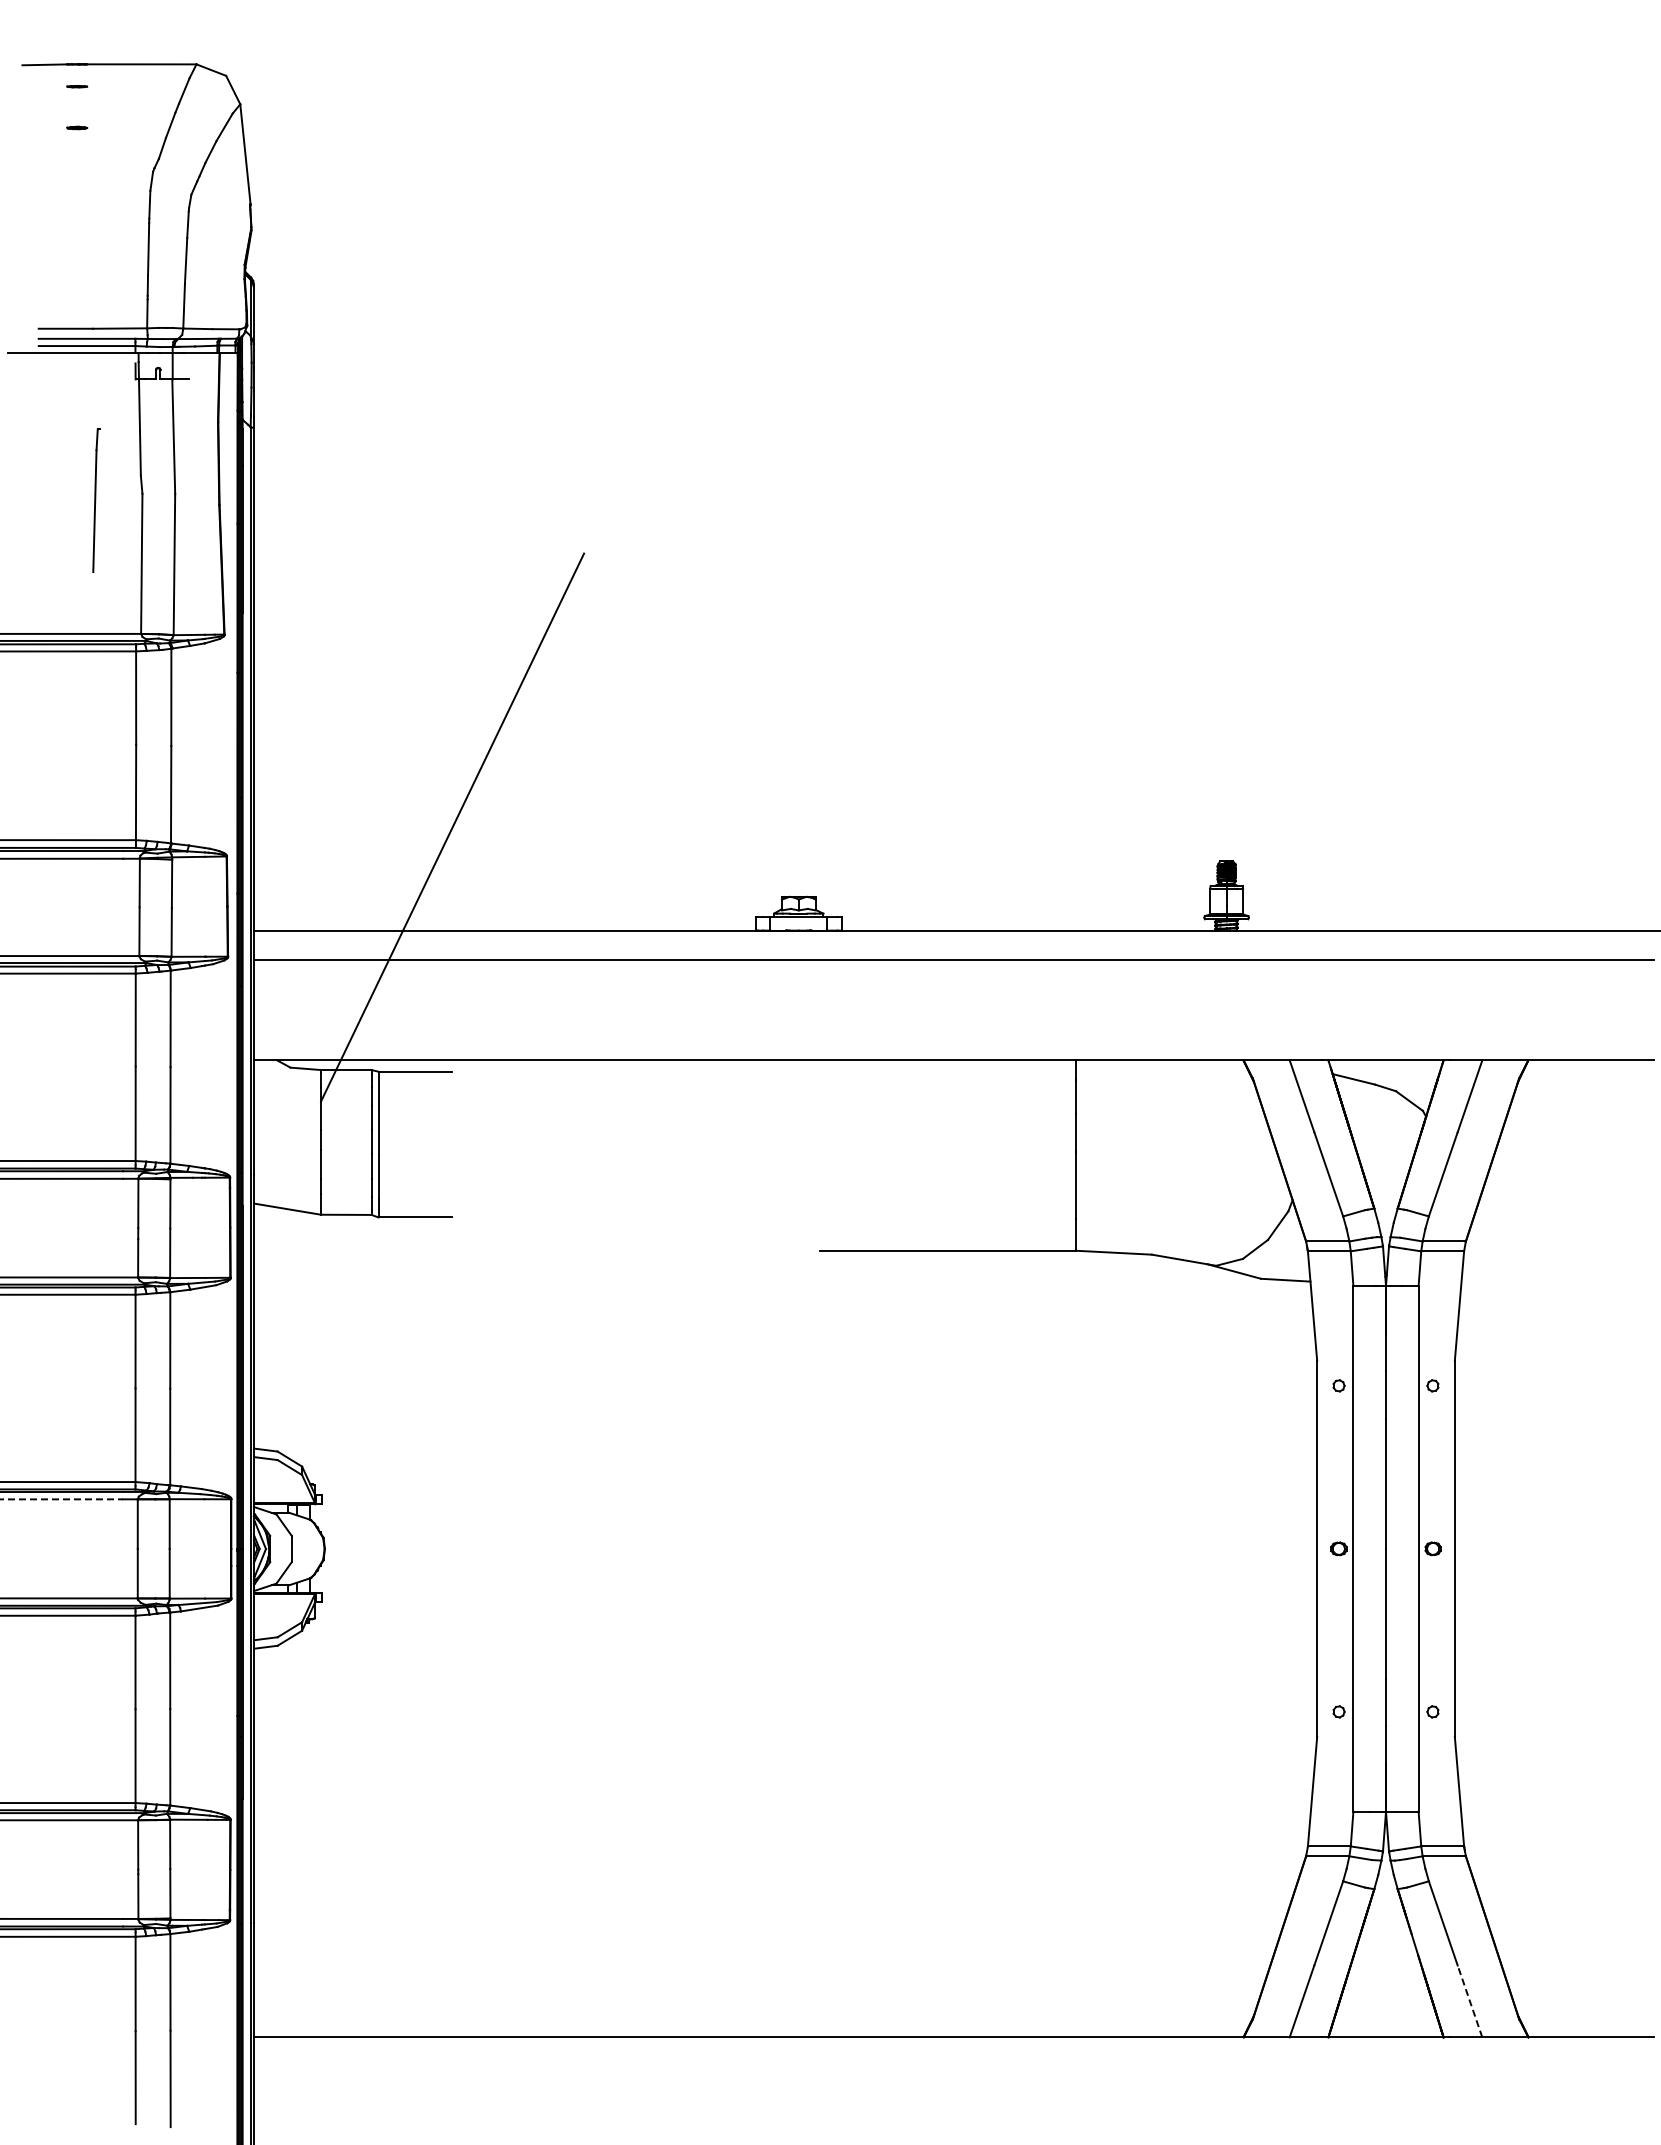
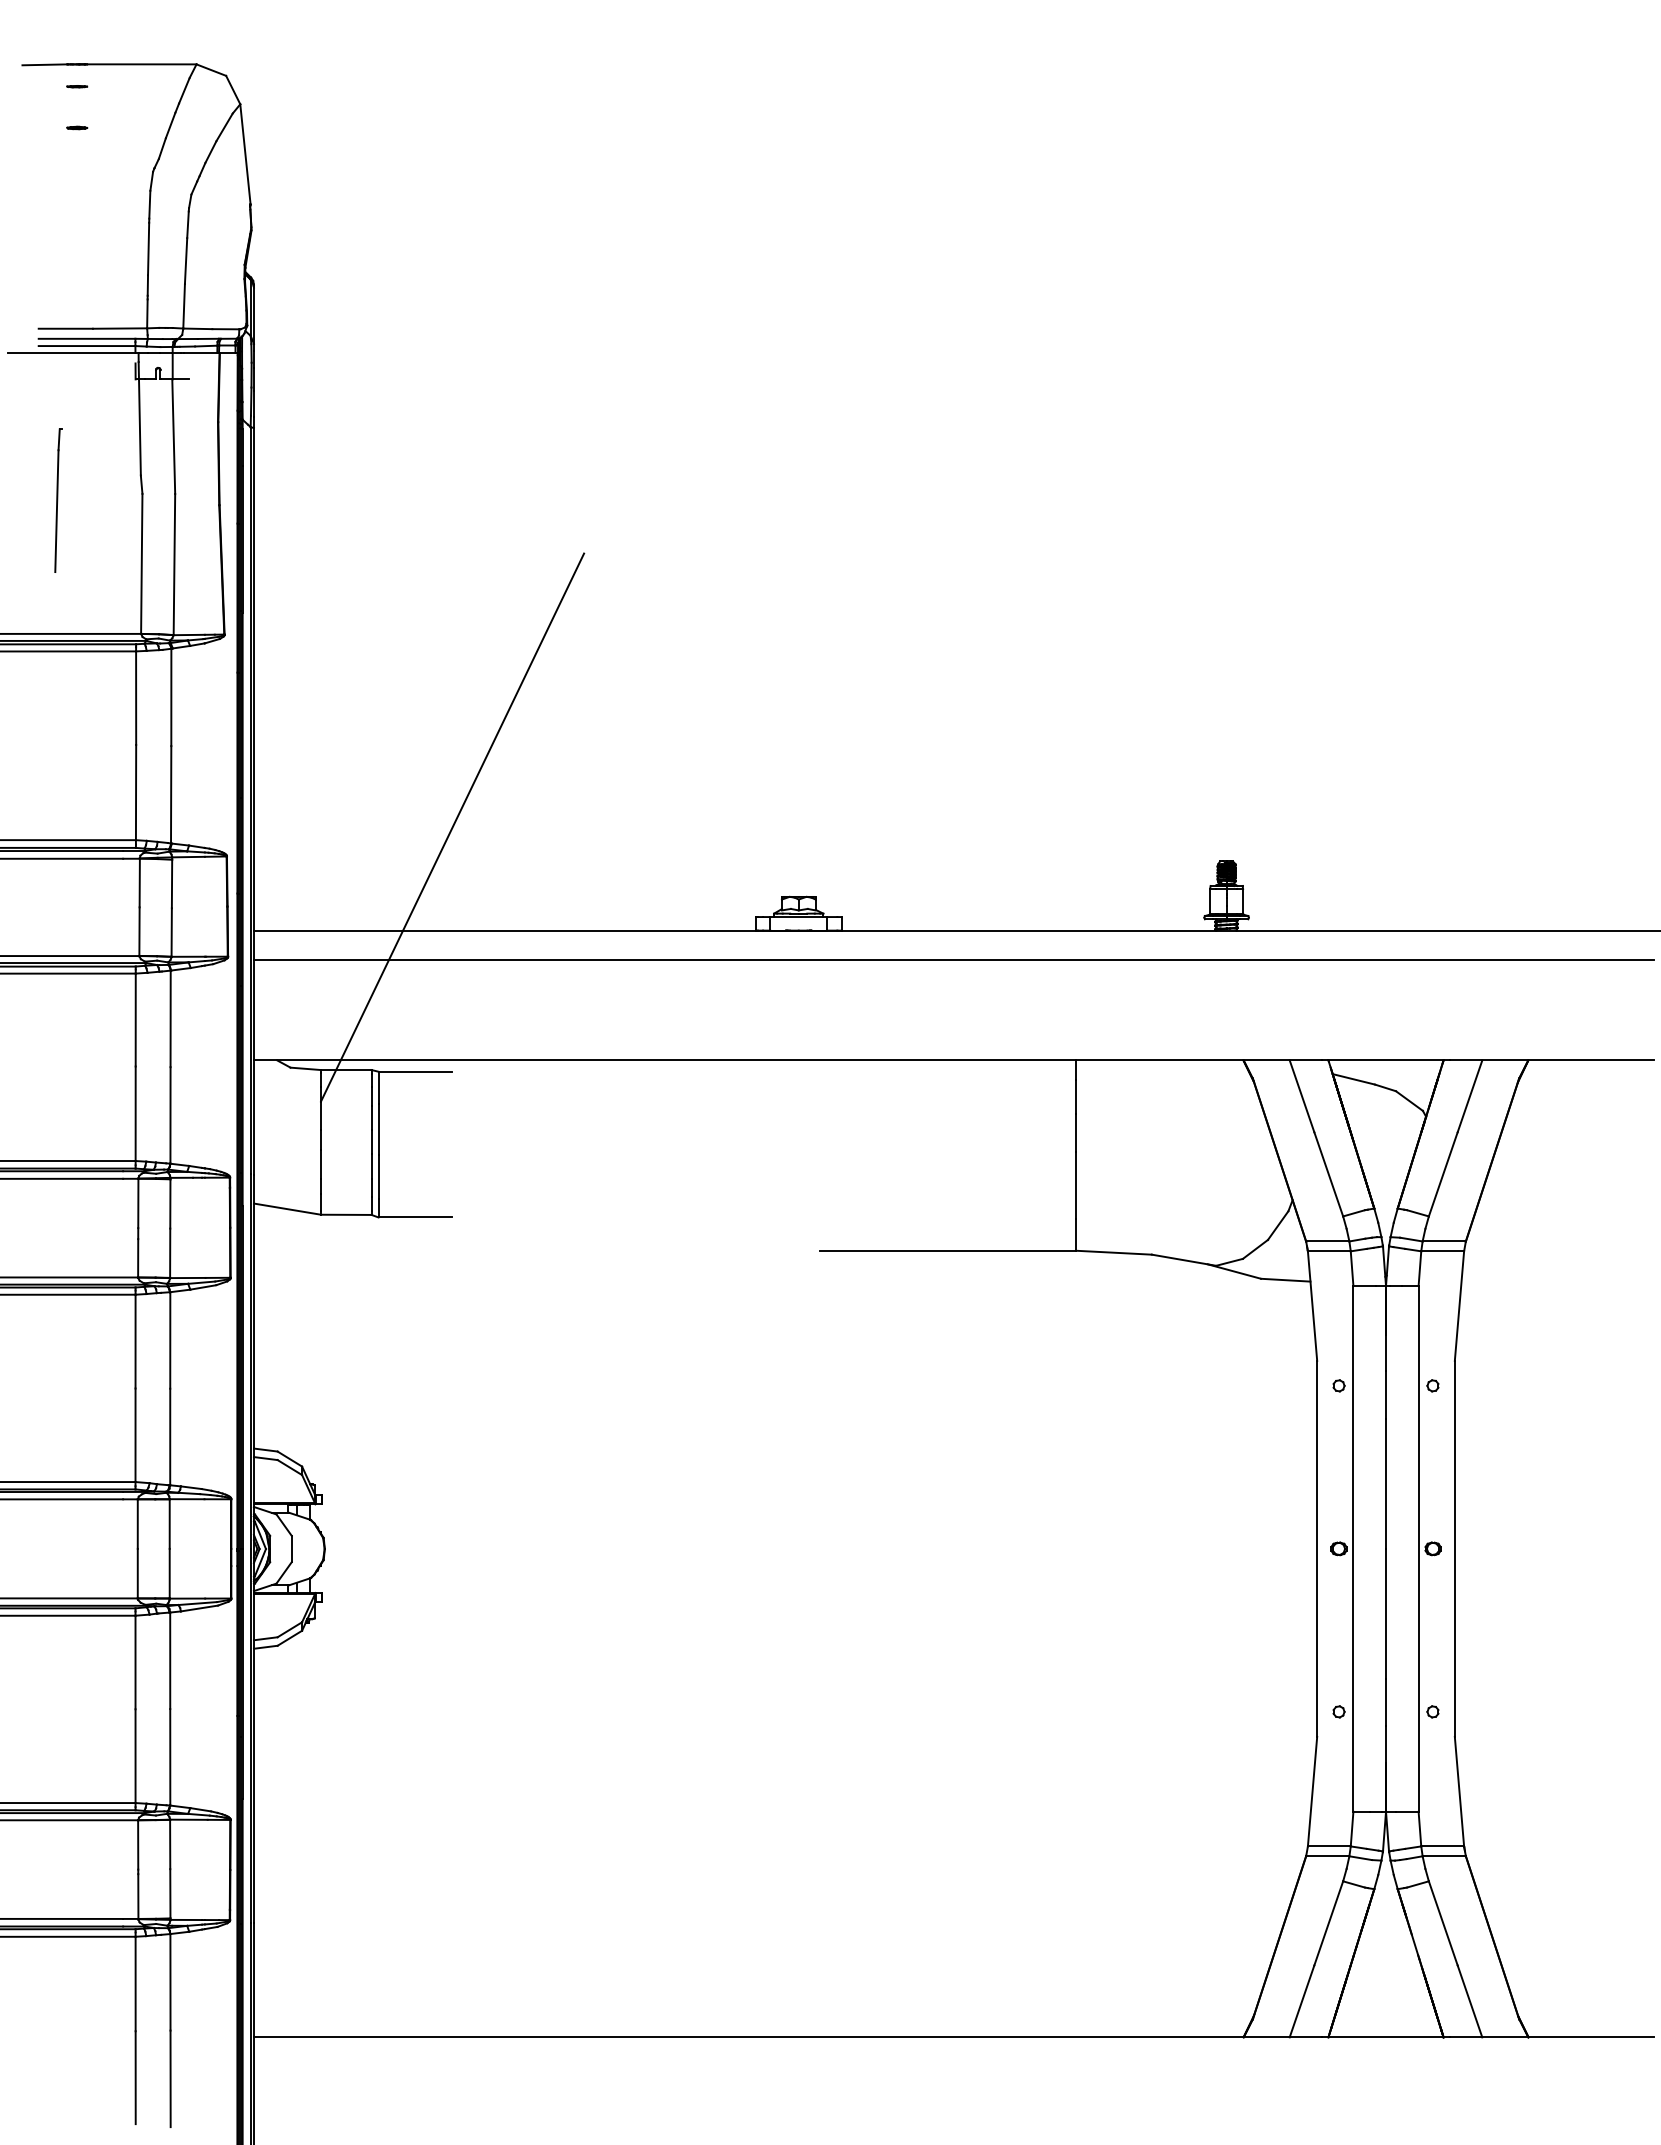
part at (96, 500) position: (96, 500) -> (58, 500)
line at (62, 1499): dashed -> solid
line at (1470, 2001): dashed -> solid
